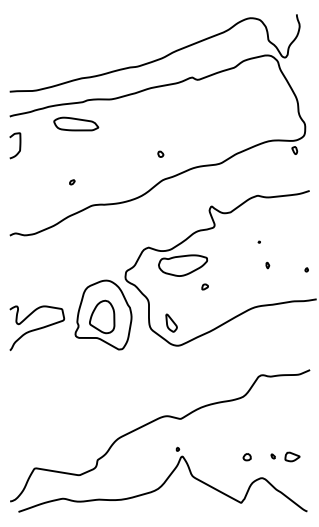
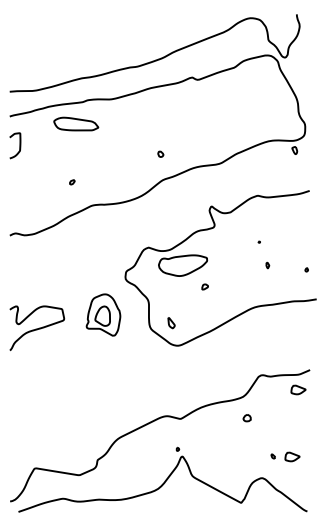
part at (103, 314) size: 59x72 px -> 37x44 px
part at (171, 322) size: 13x20 px -> 9x13 px
part at (298, 389): none -> present
part at (246, 457) position: (246, 457) -> (246, 418)
